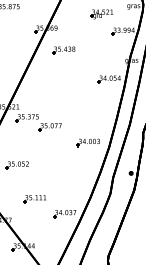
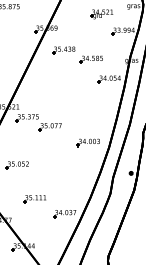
part at (90, 59): none -> present
